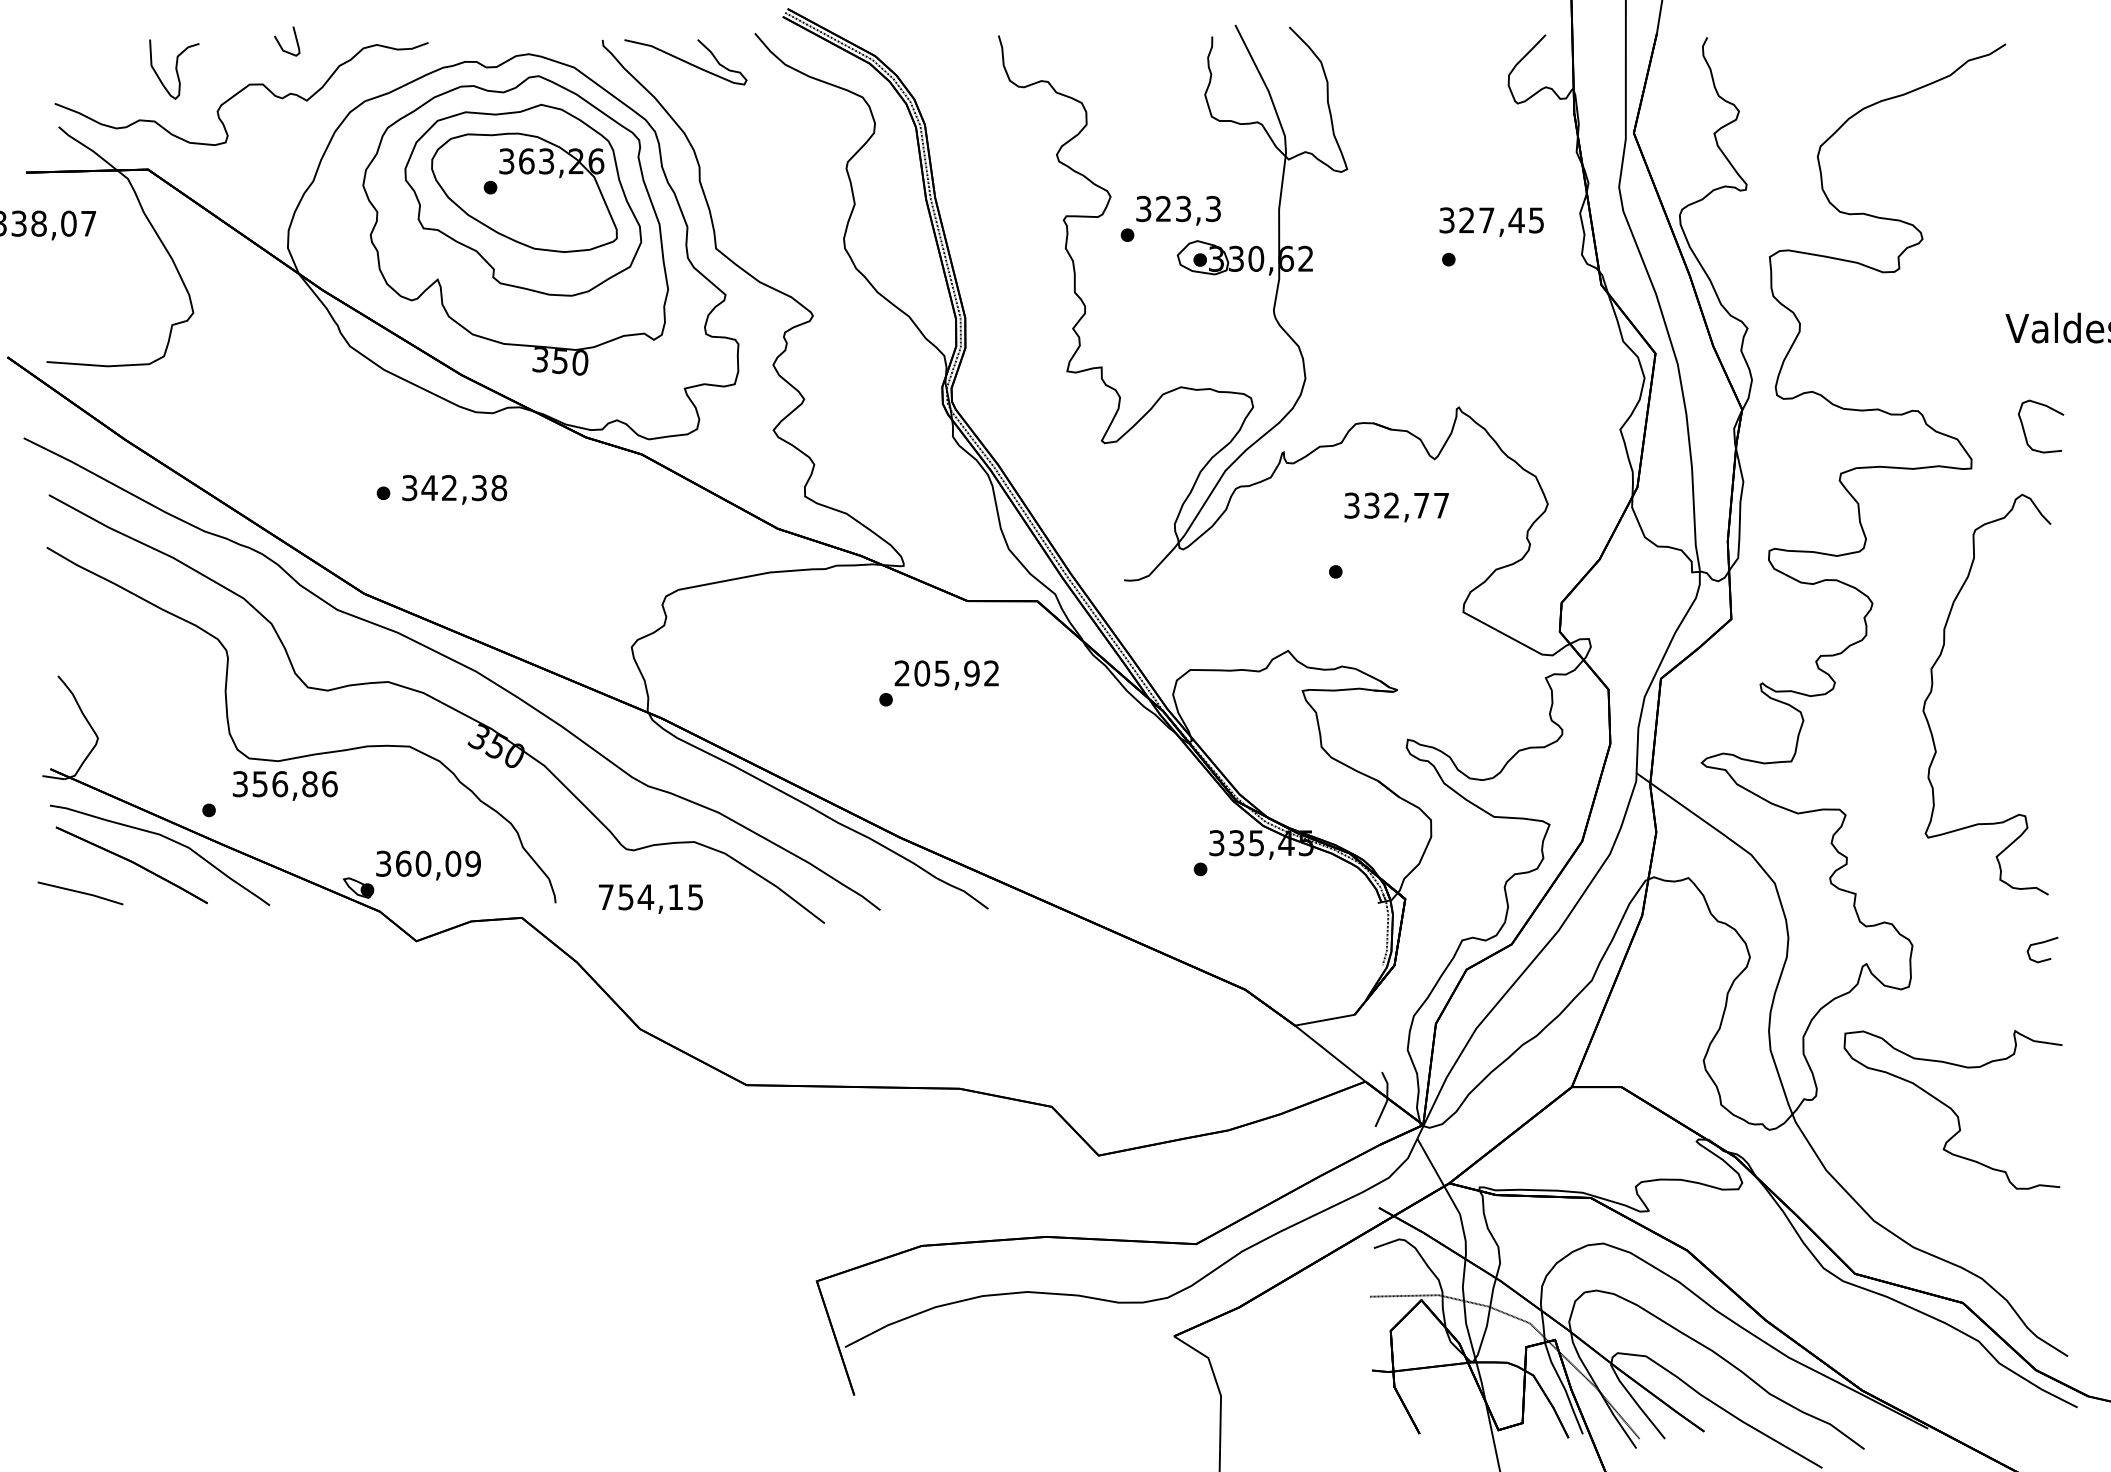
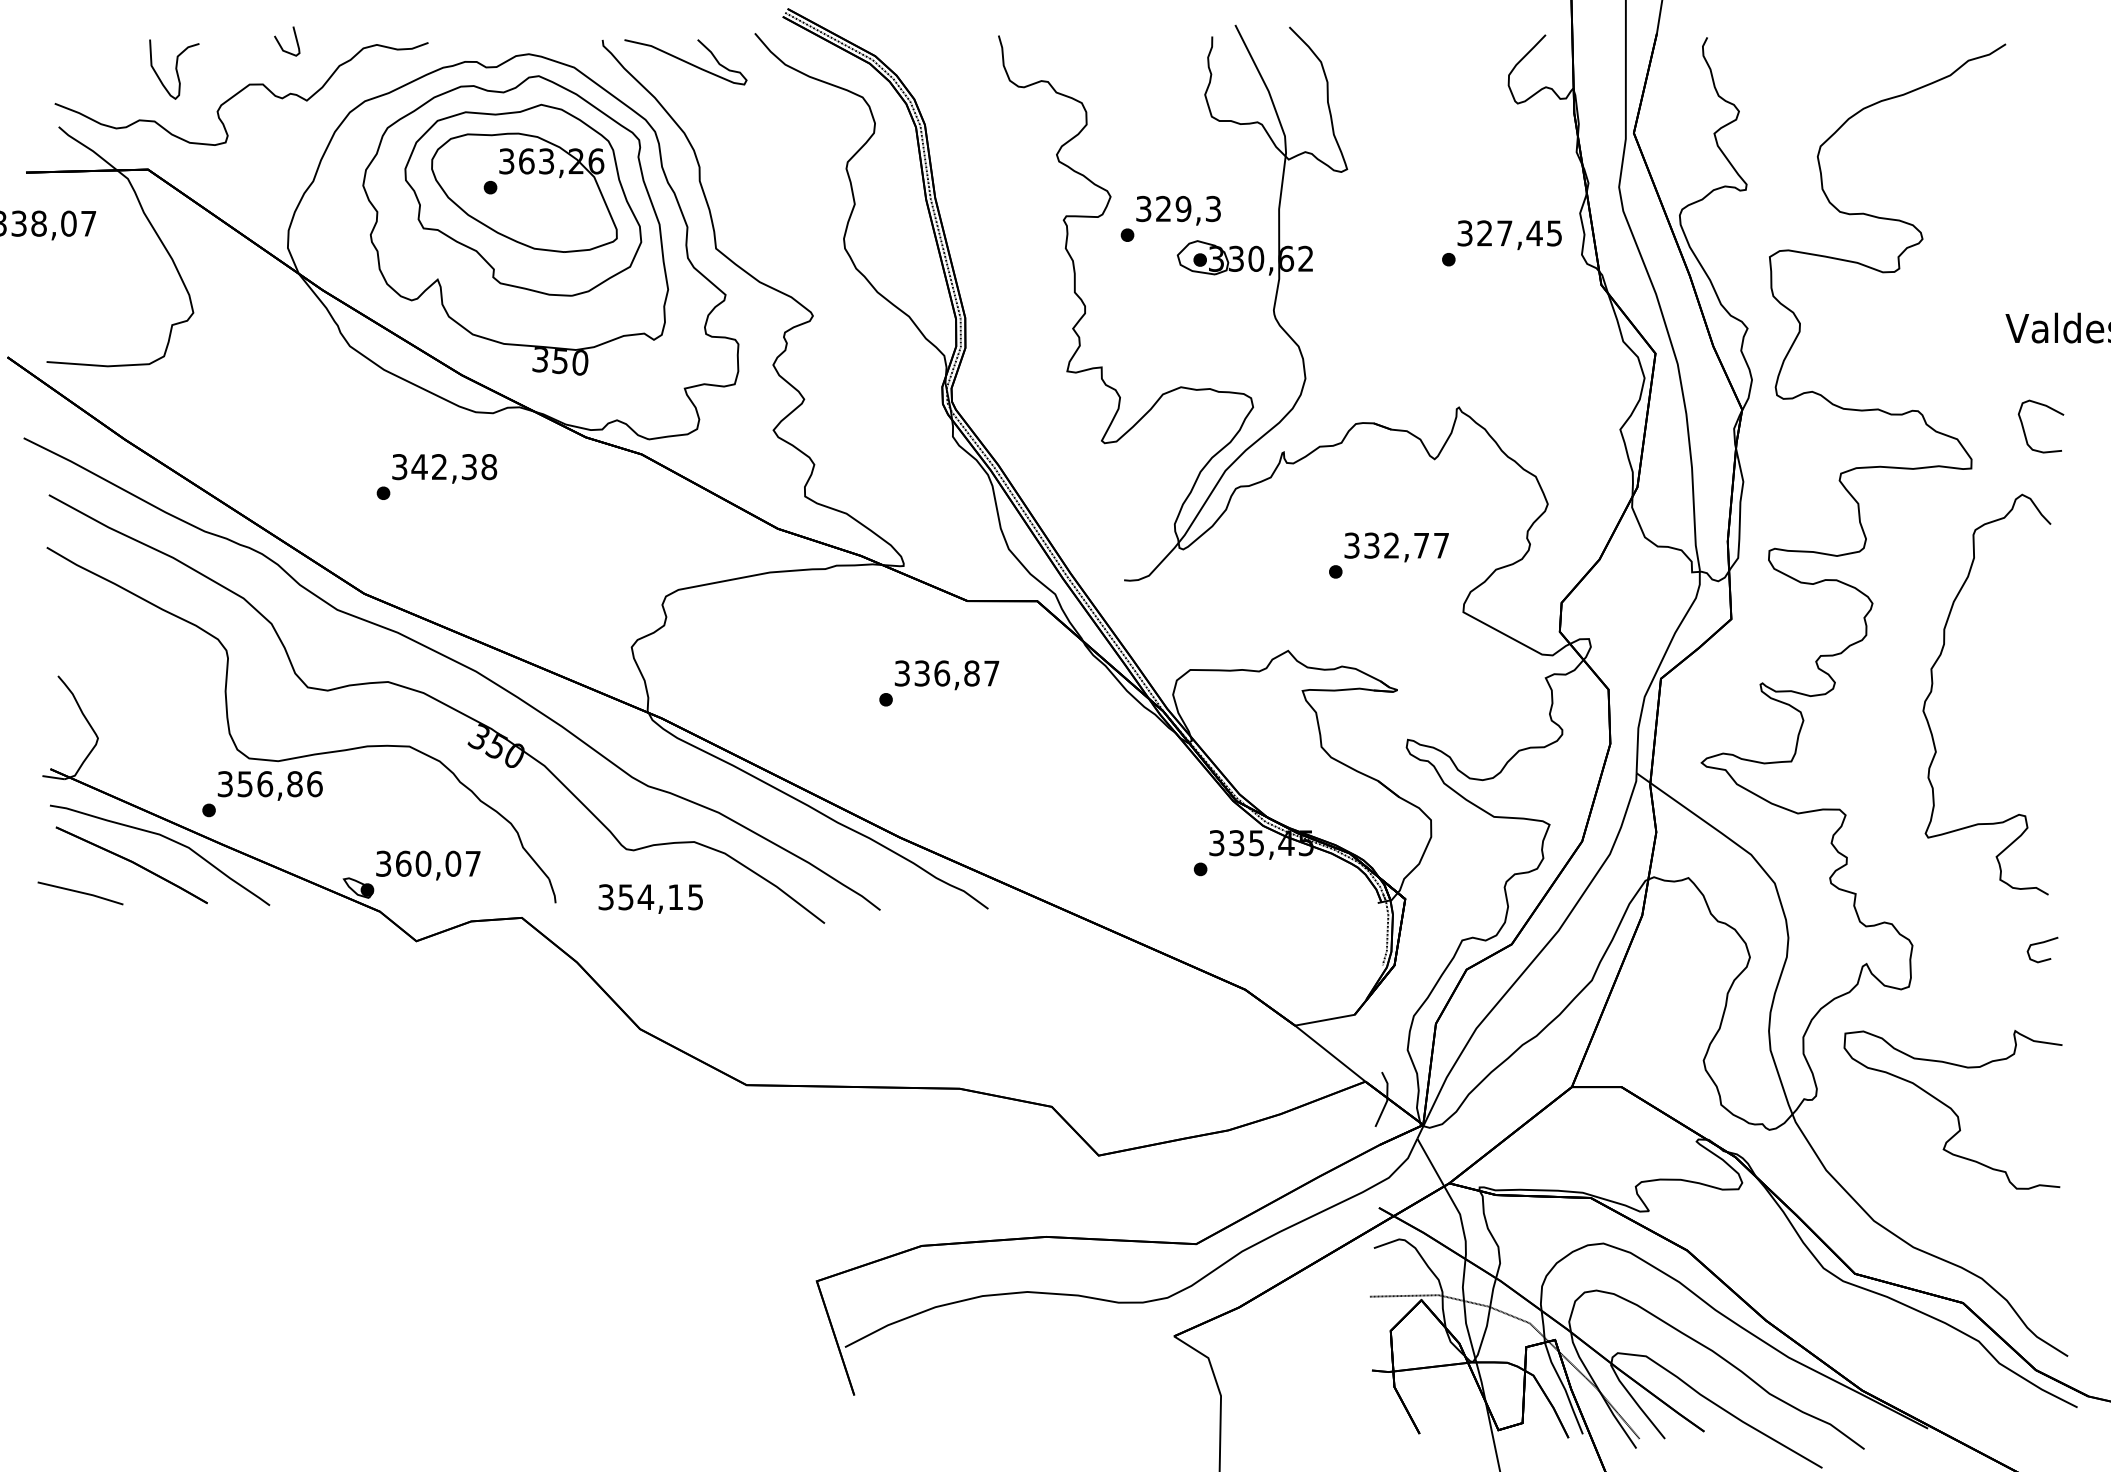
text at (1183, 208): 323,3 -> 329,3
text at (1491, 222) position: (1491, 222) -> (1509, 235)
text at (454, 489) position: (454, 489) -> (444, 468)
text at (1396, 507) position: (1396, 507) -> (1396, 547)
text at (946, 673): 205,92 -> 336,87
text at (284, 785) position: (284, 785) -> (269, 785)
text at (472, 863): 360,09 -> 360,07
text at (605, 897): 754,15 -> 354,15
